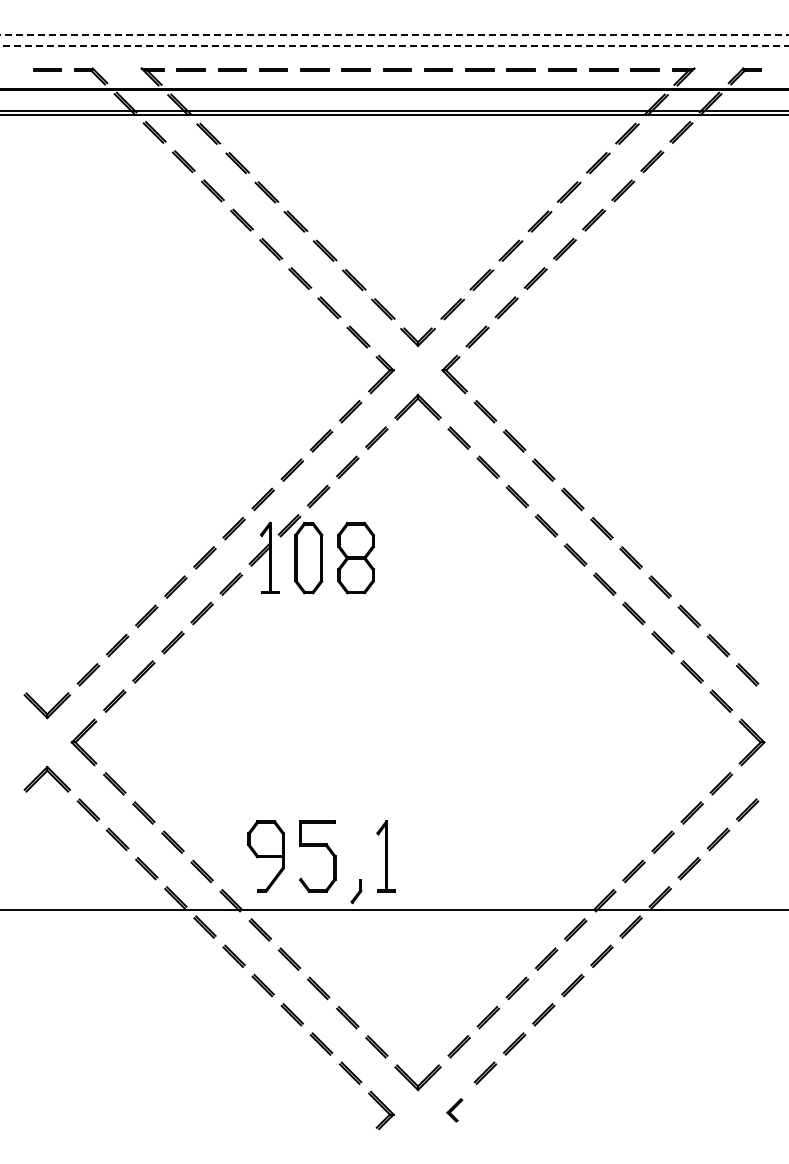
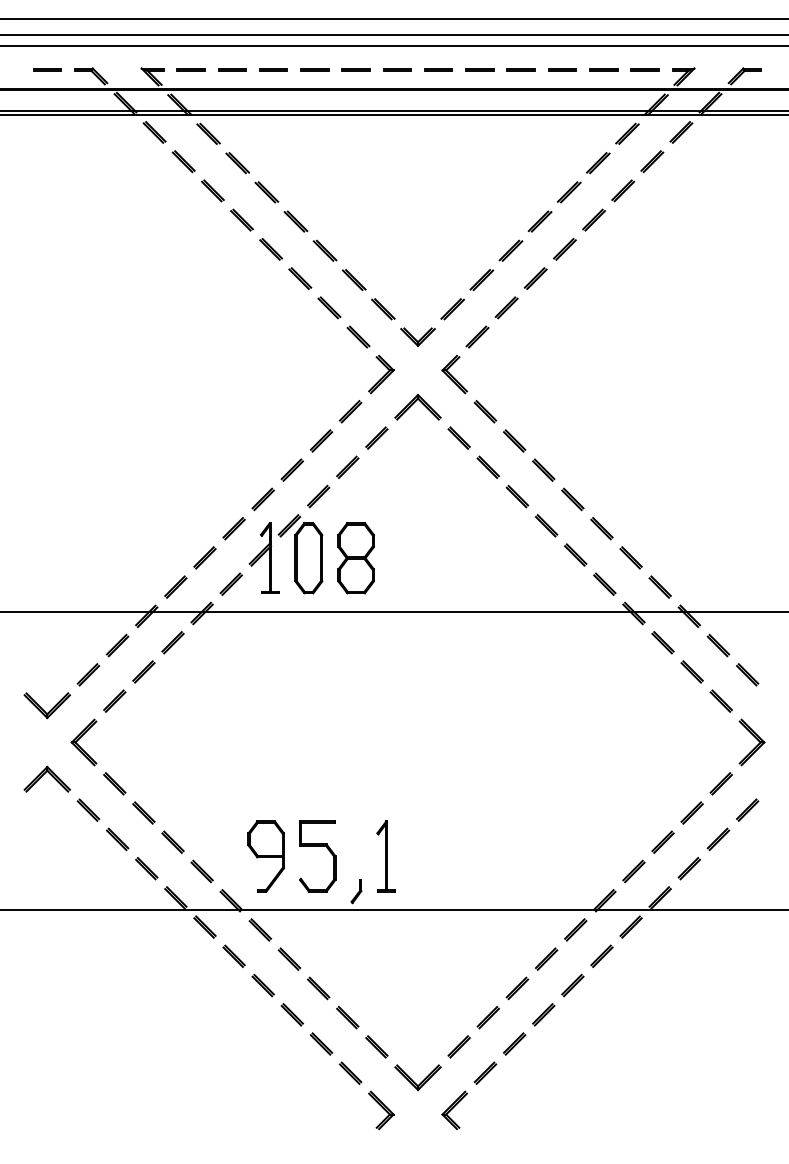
line at (393, 18): none -> present
line at (394, 34): dashed -> solid
line at (393, 46): dashed -> solid
line at (393, 611): none -> present
part at (454, 1110) size: 18x25 px -> 28x40 px
